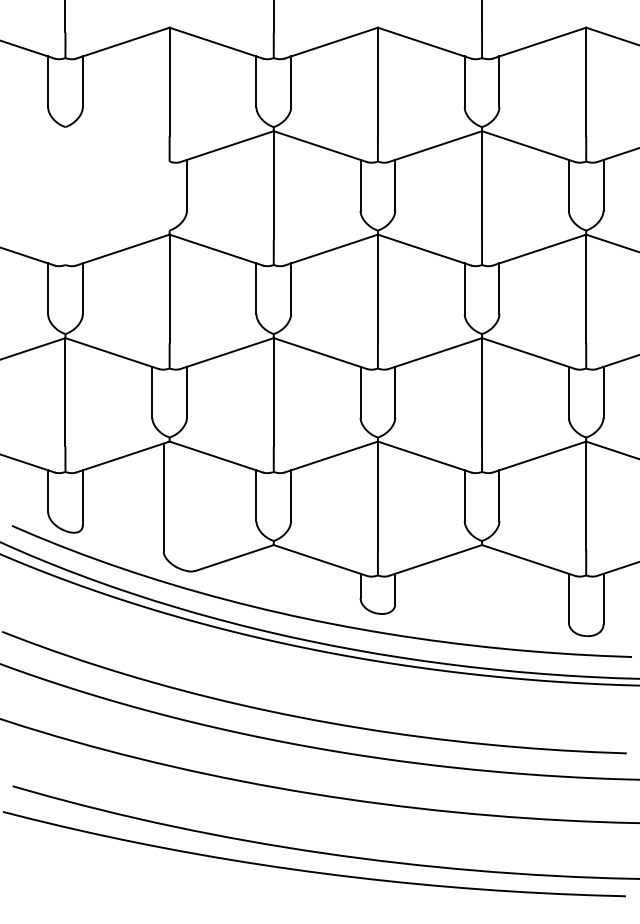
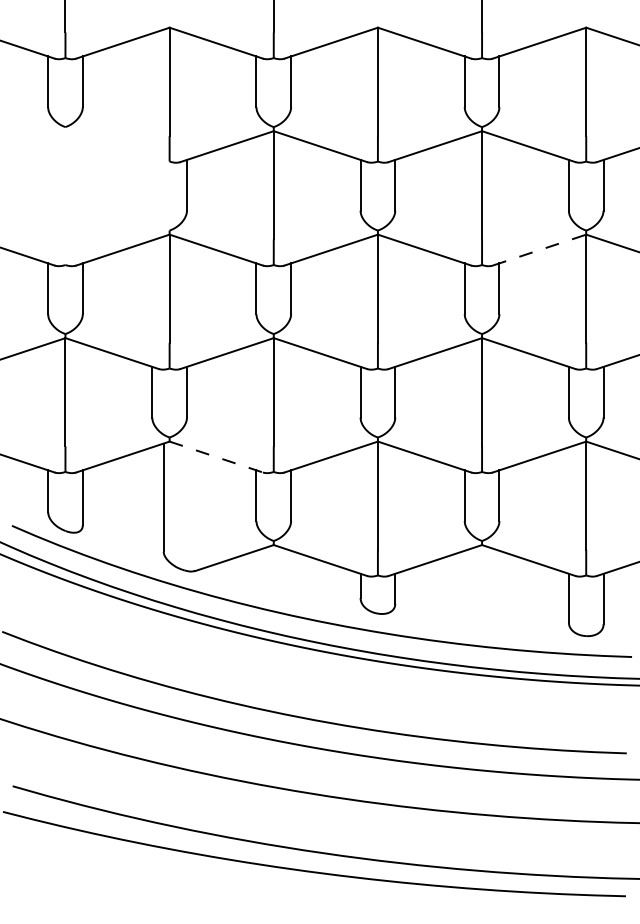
line at (540, 249): solid -> dashed
line at (216, 457): solid -> dashed
